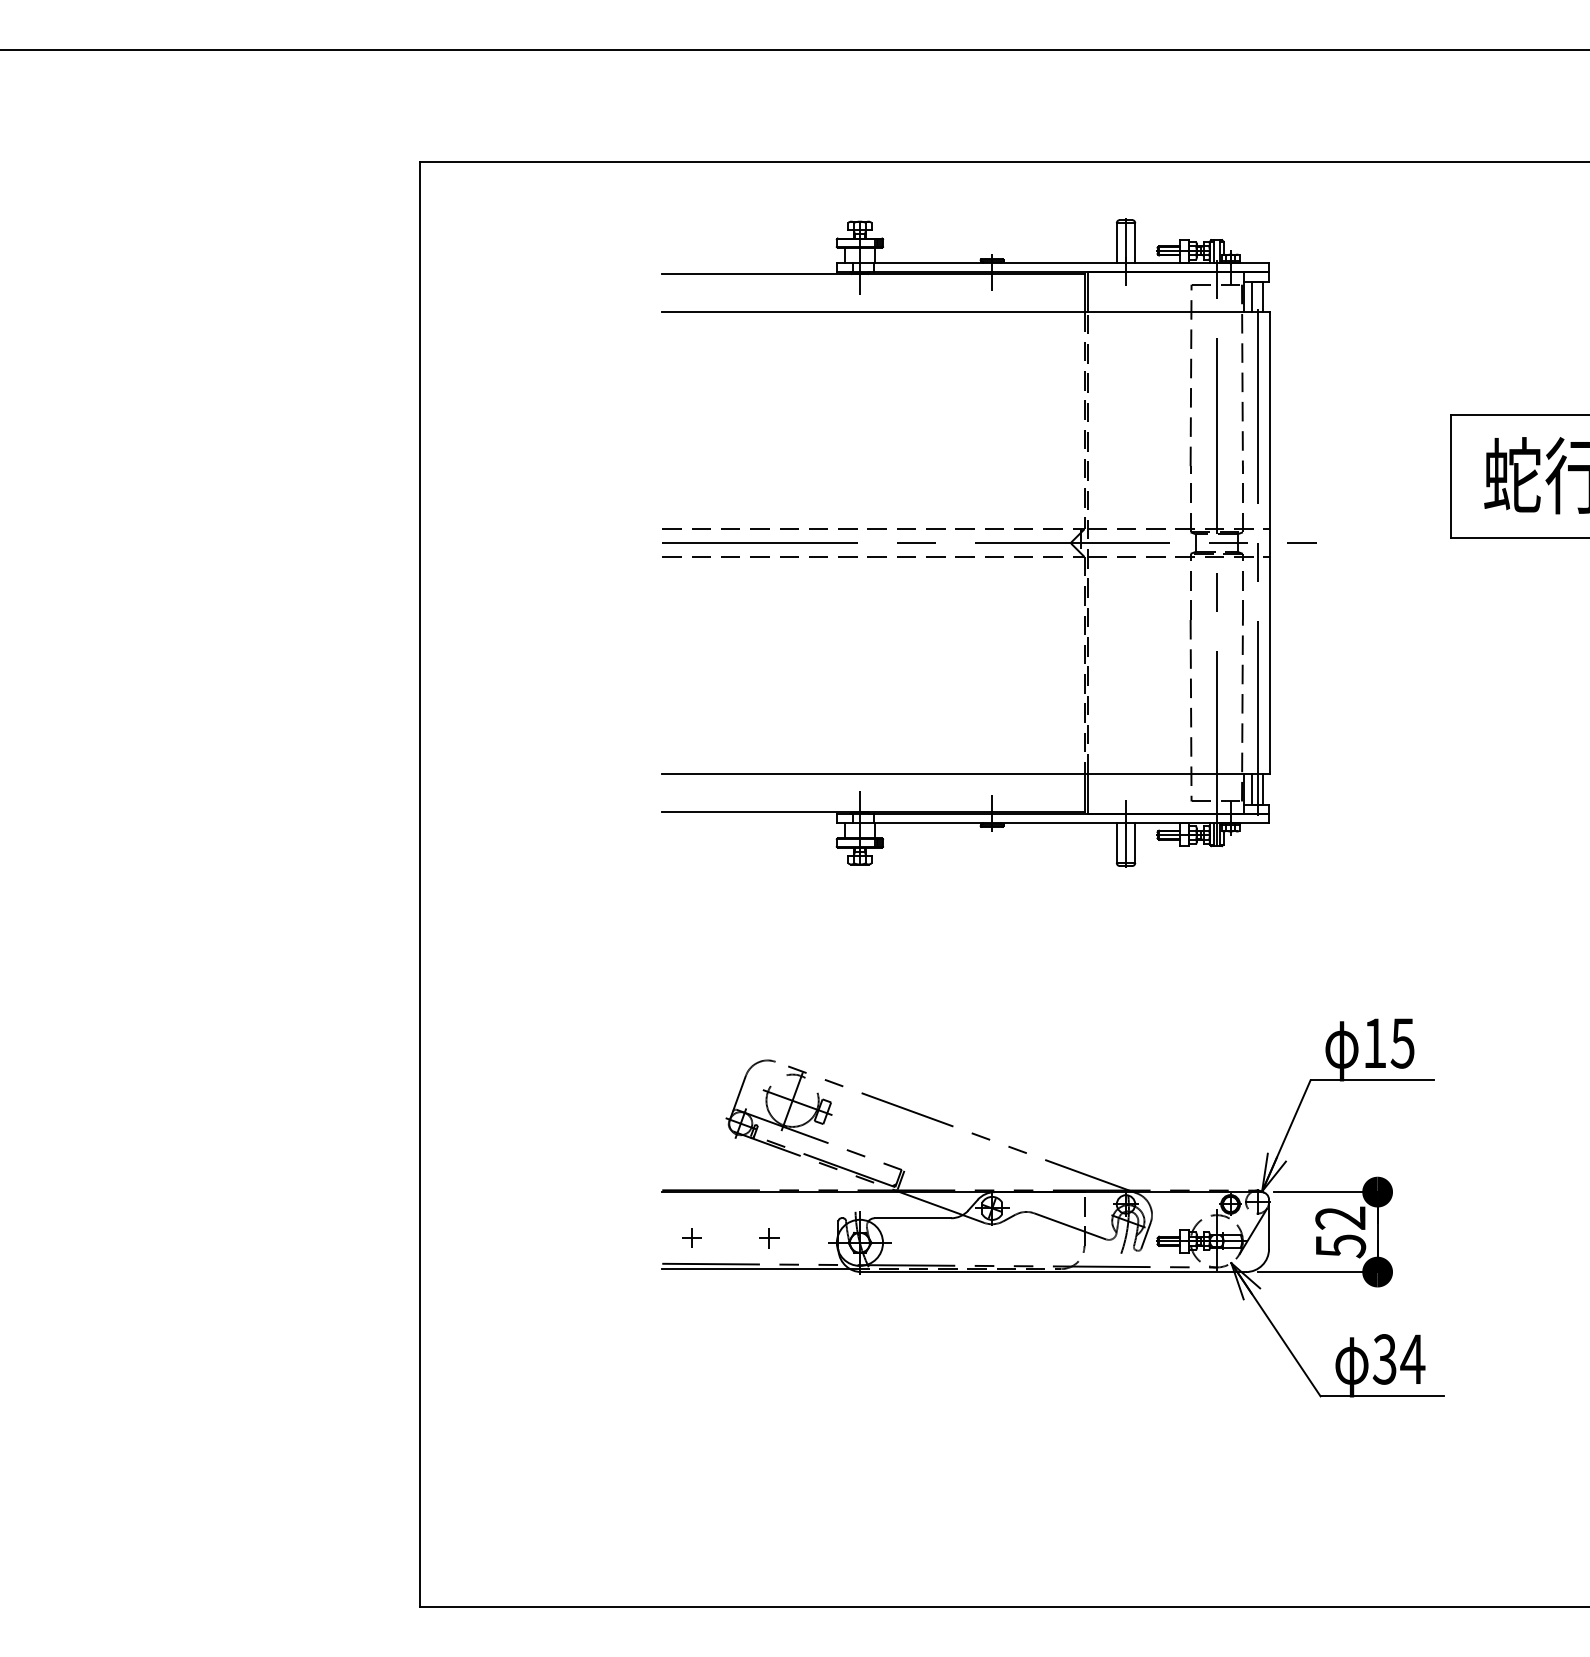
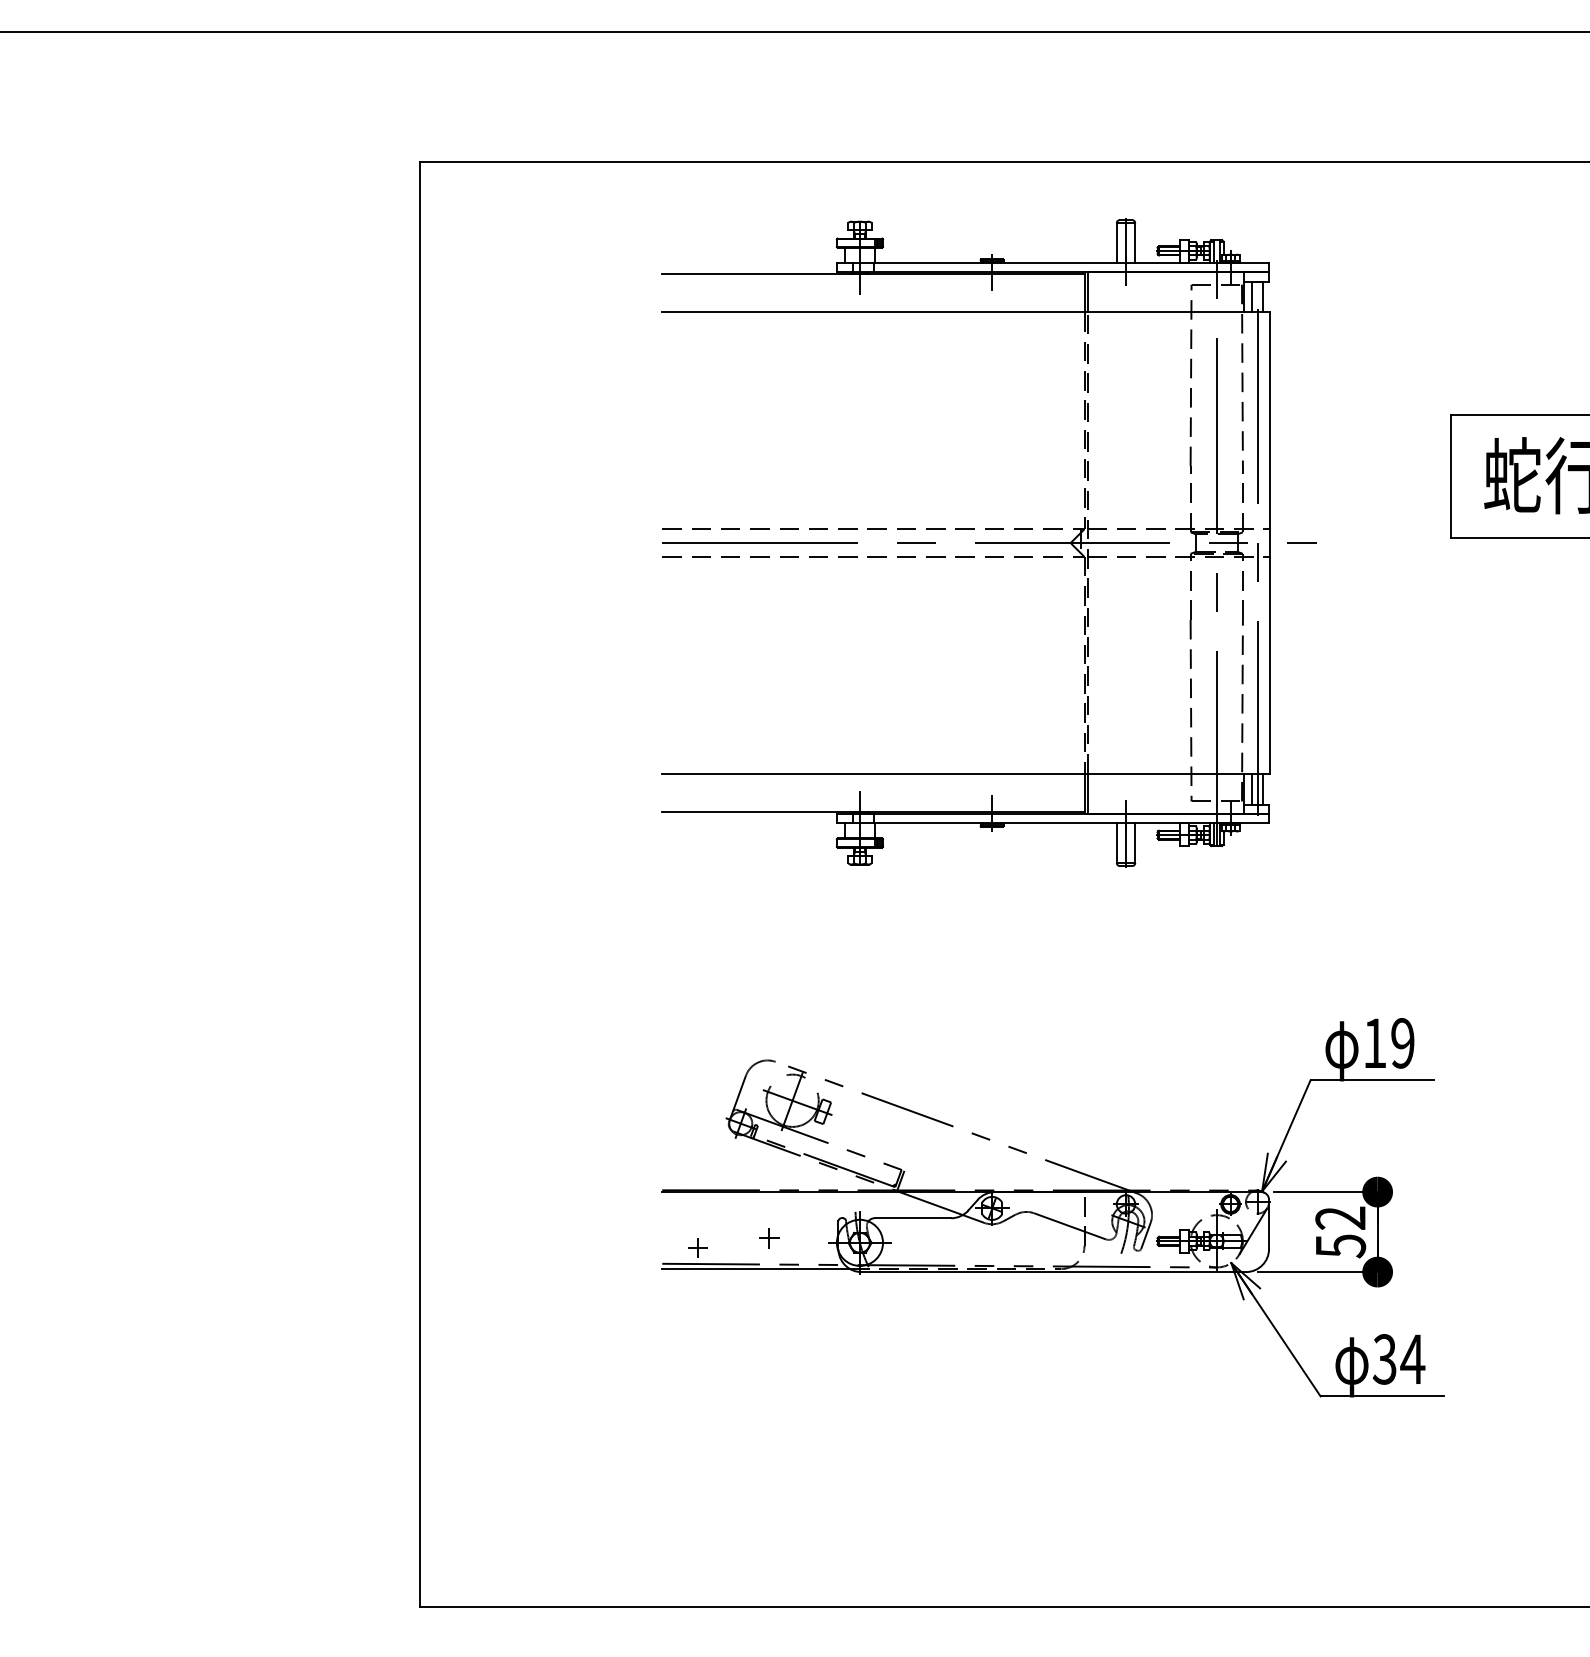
line at (794, 49) position: (794, 49) -> (794, 31)
text at (1402, 1043): 15 -> 19
part at (691, 1237) position: (691, 1237) -> (697, 1247)
